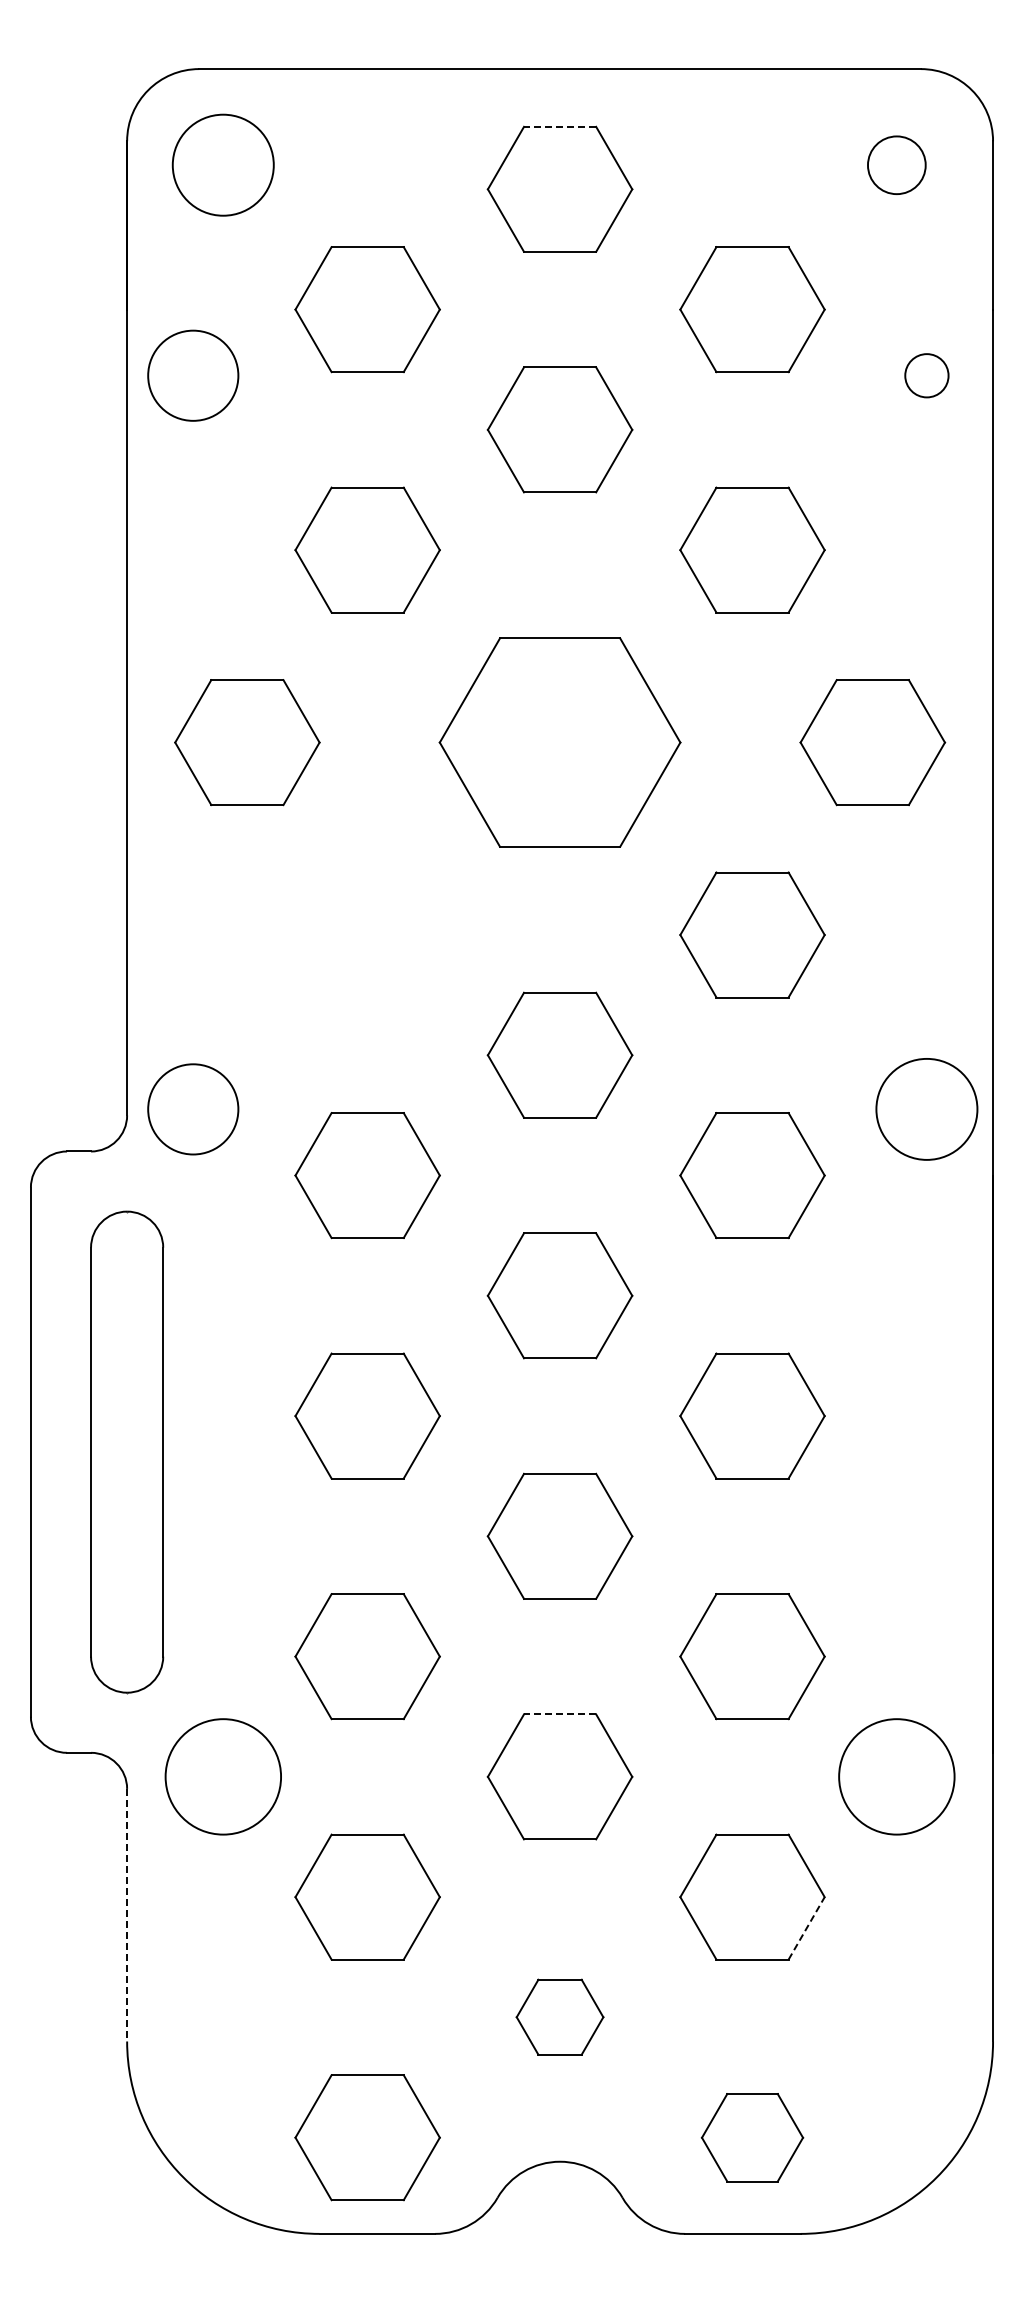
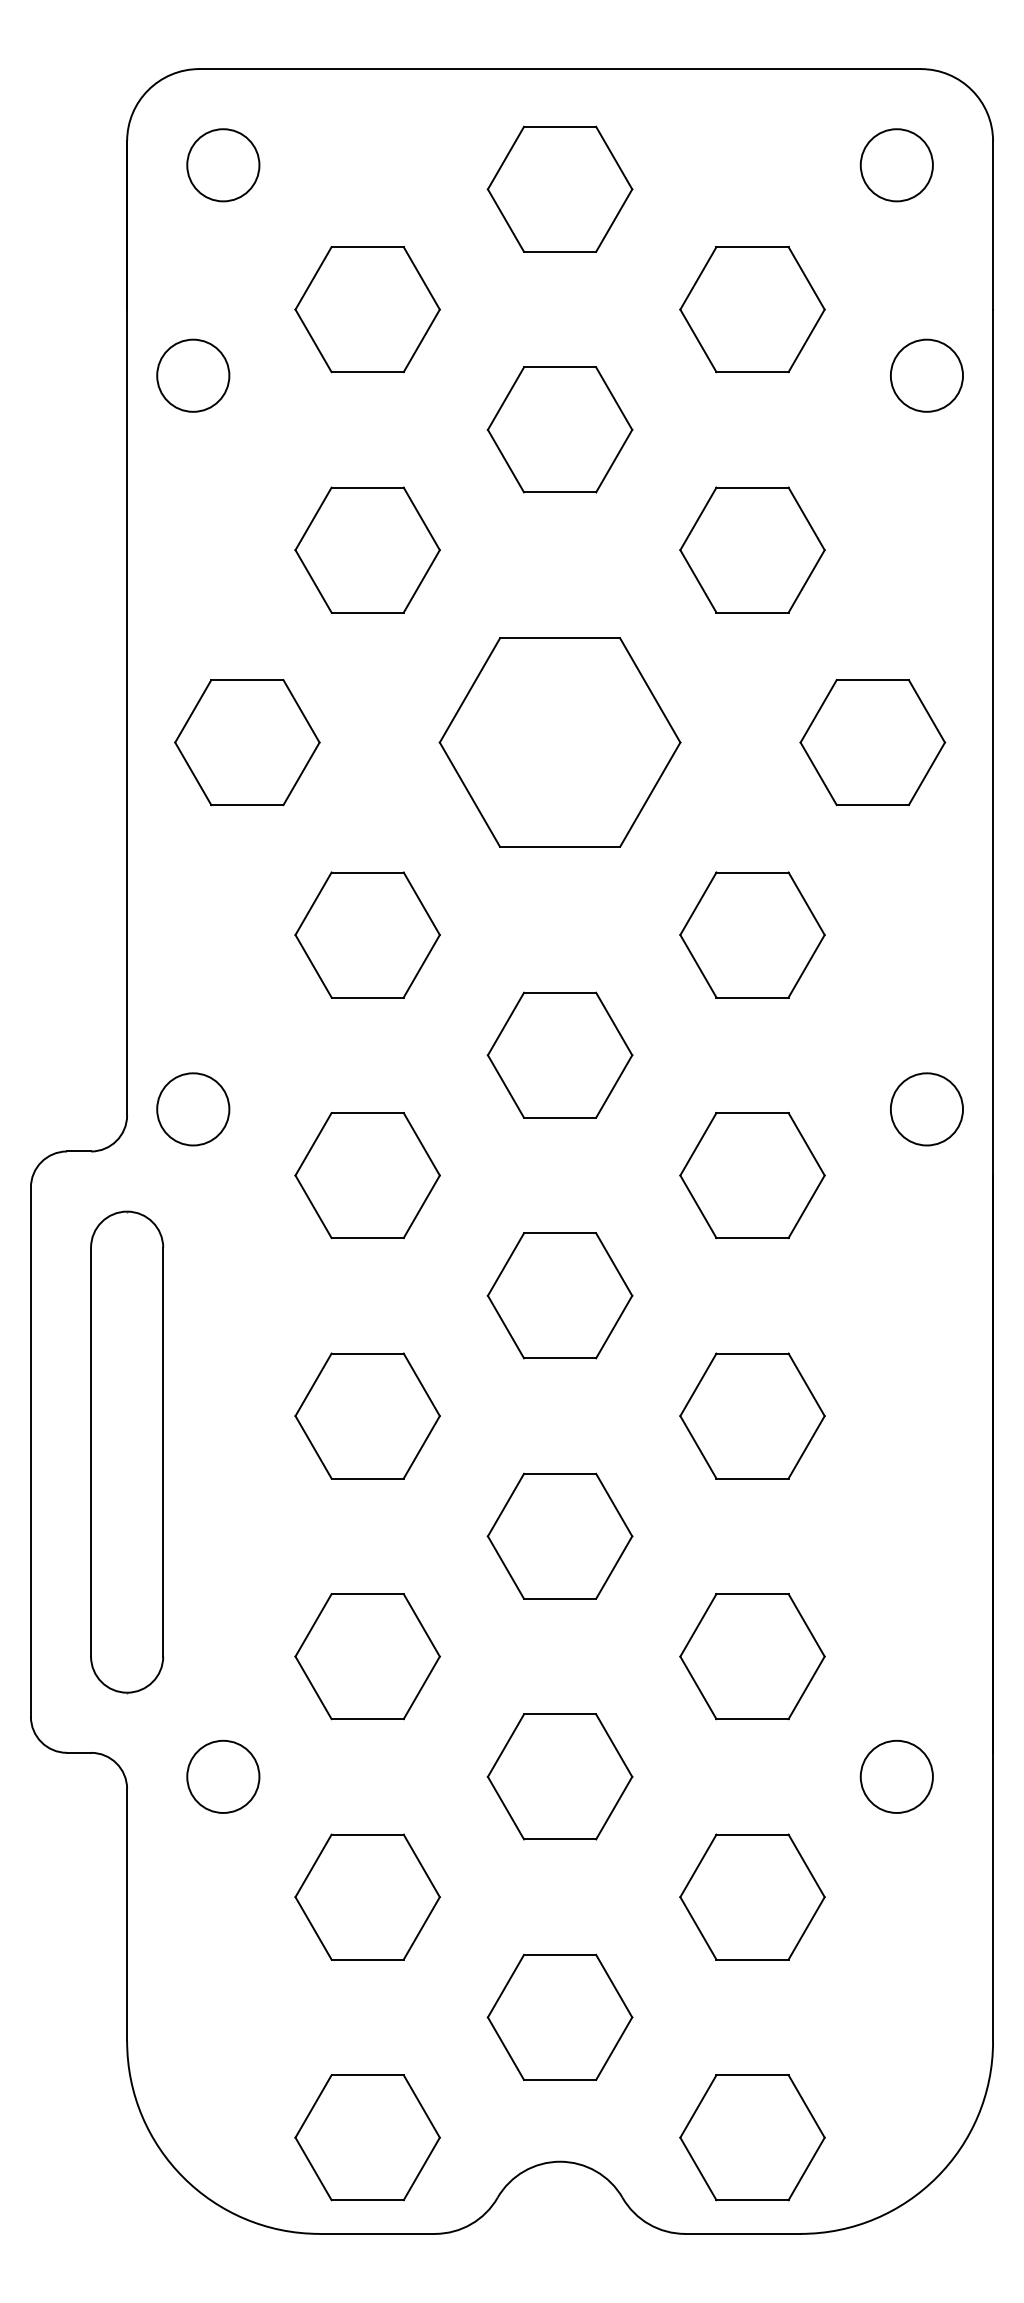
line at (559, 126): dashed -> solid
circle at (222, 164) size: 104x104 px -> 75x75 px
circle at (896, 165) diameter: 58 px -> 72 px
circle at (193, 375) diameter: 90 px -> 72 px
circle at (926, 375) diameter: 43 px -> 72 px
part at (367, 934): none -> present
circle at (926, 1108) diameter: 101 px -> 72 px
circle at (193, 1109) diameter: 90 px -> 72 px
line at (559, 1714): dashed -> solid
circle at (223, 1776) diameter: 115 px -> 72 px
circle at (896, 1776) diameter: 115 px -> 72 px
line at (127, 1915): dashed -> solid
line at (806, 1927): dashed -> solid
part at (559, 2016) size: 90x78 px -> 148x128 px
part at (752, 2137) size: 105x90 px -> 147x128 px
